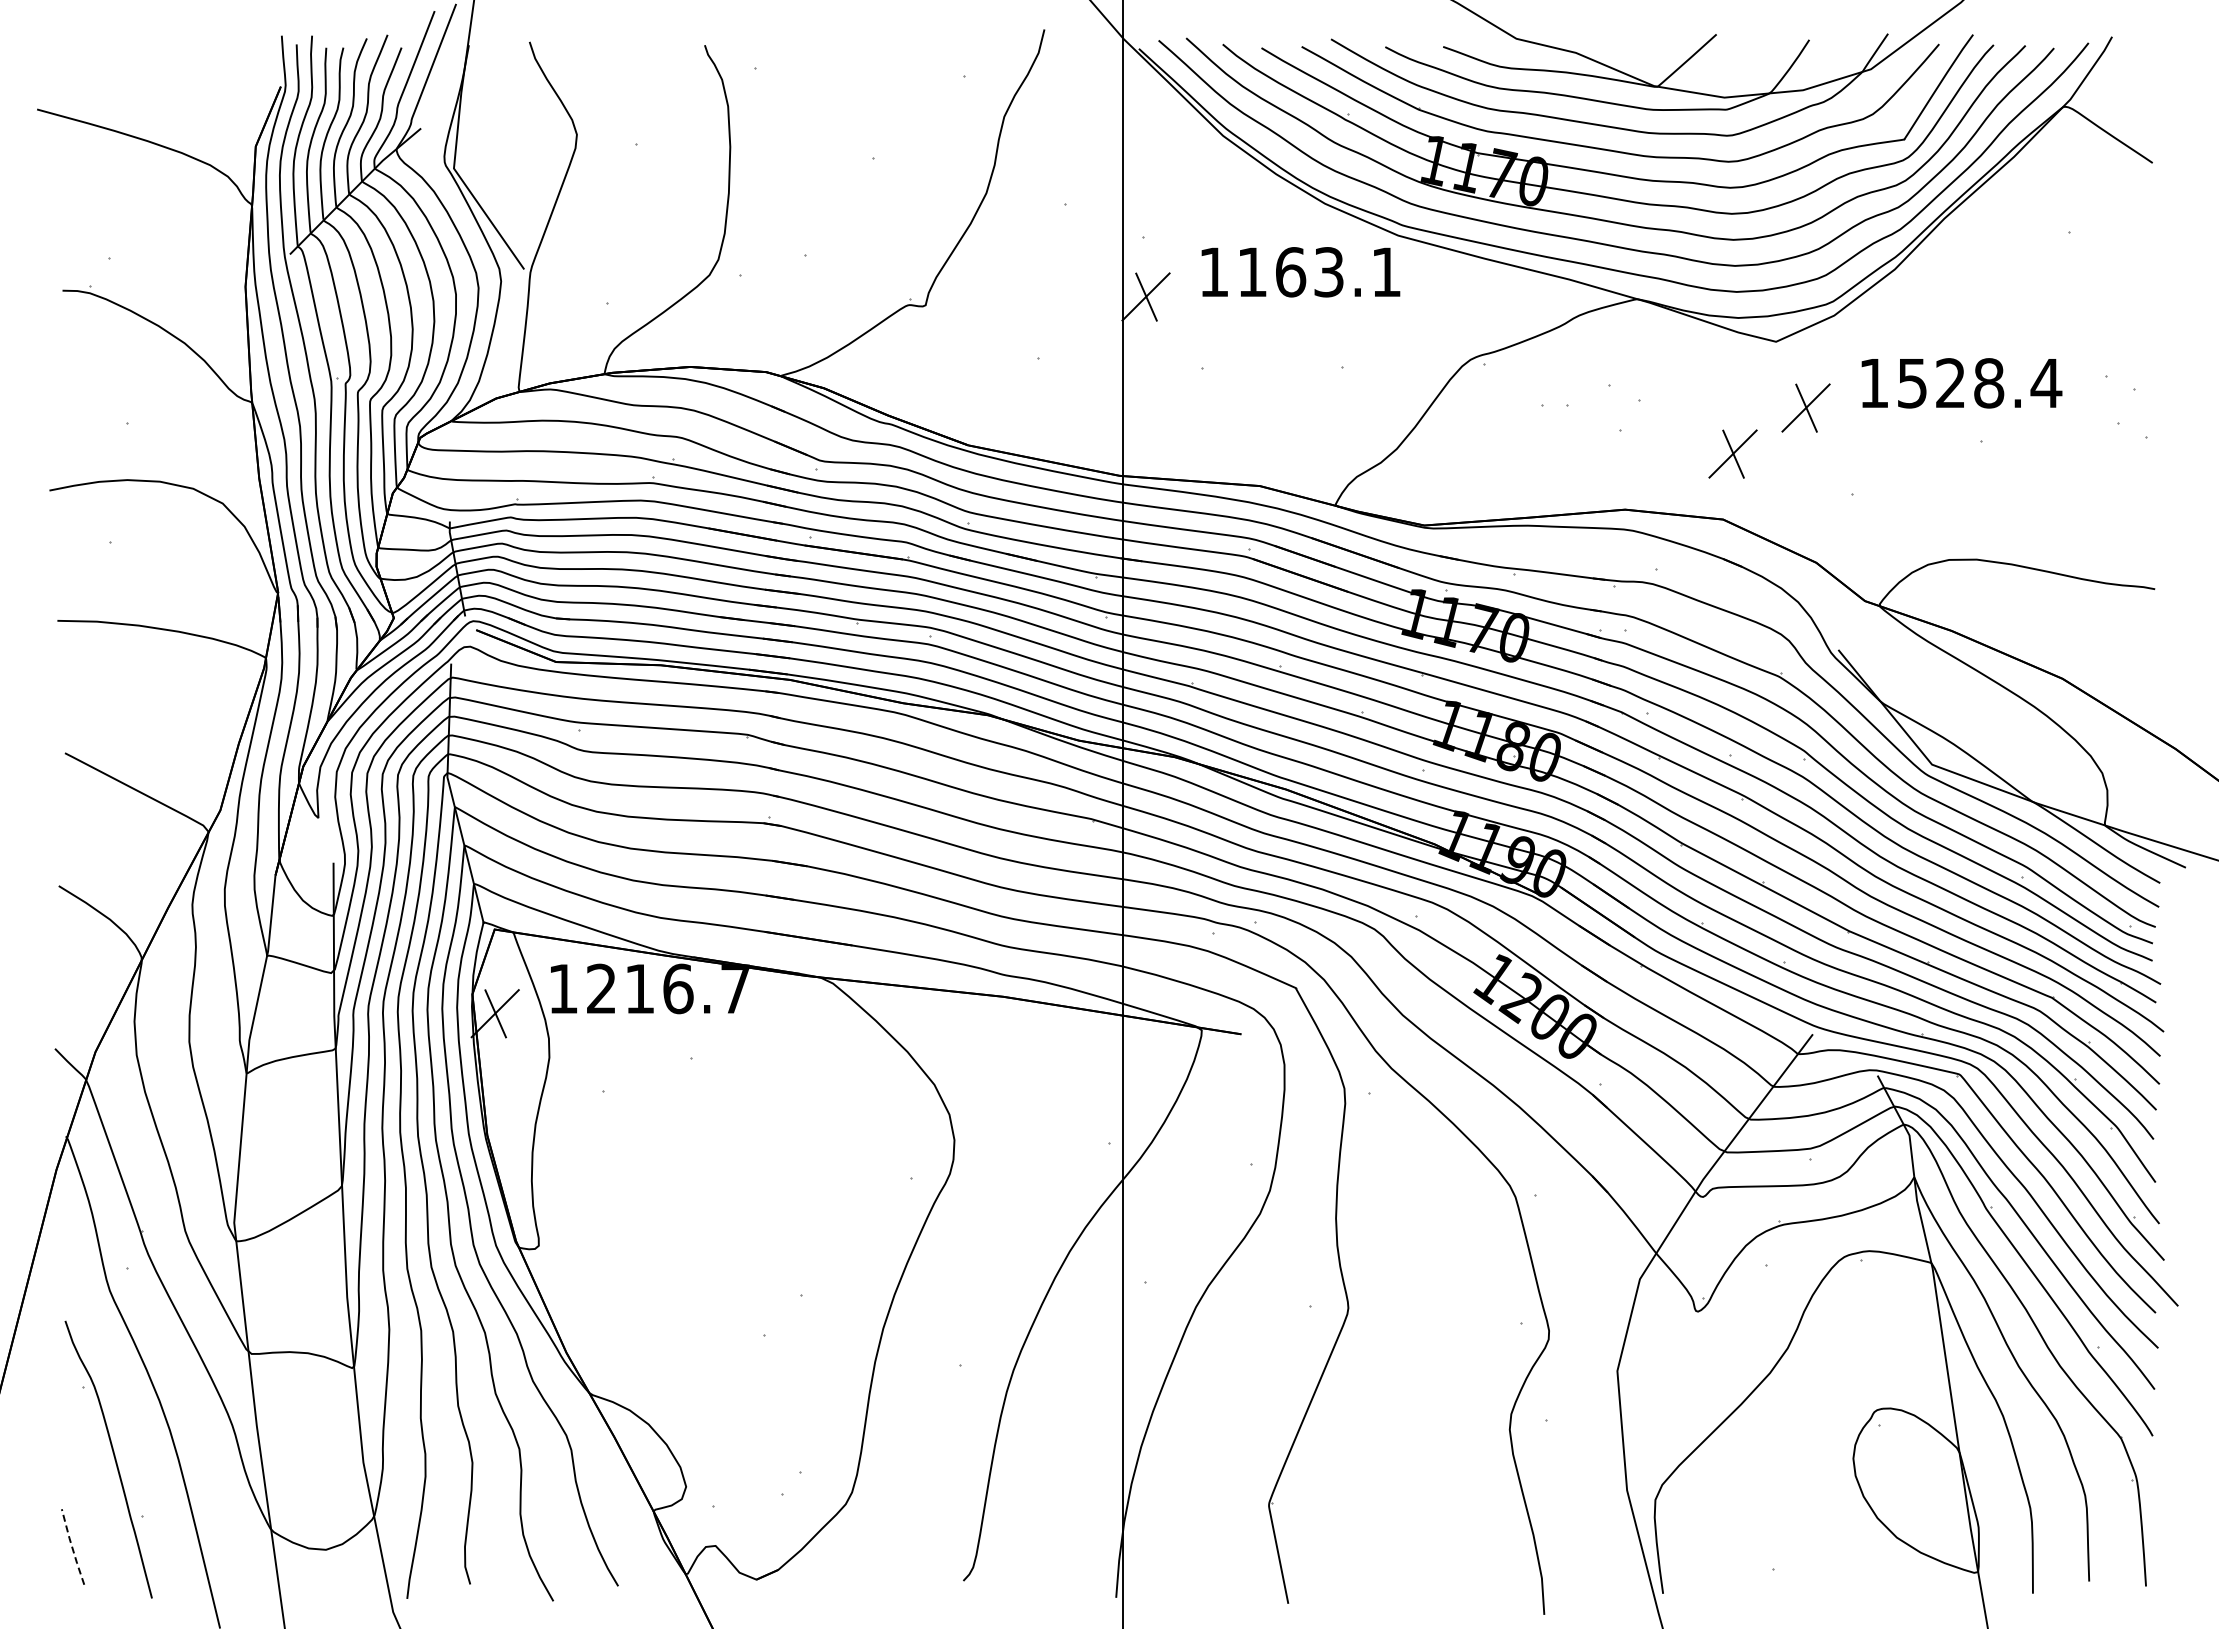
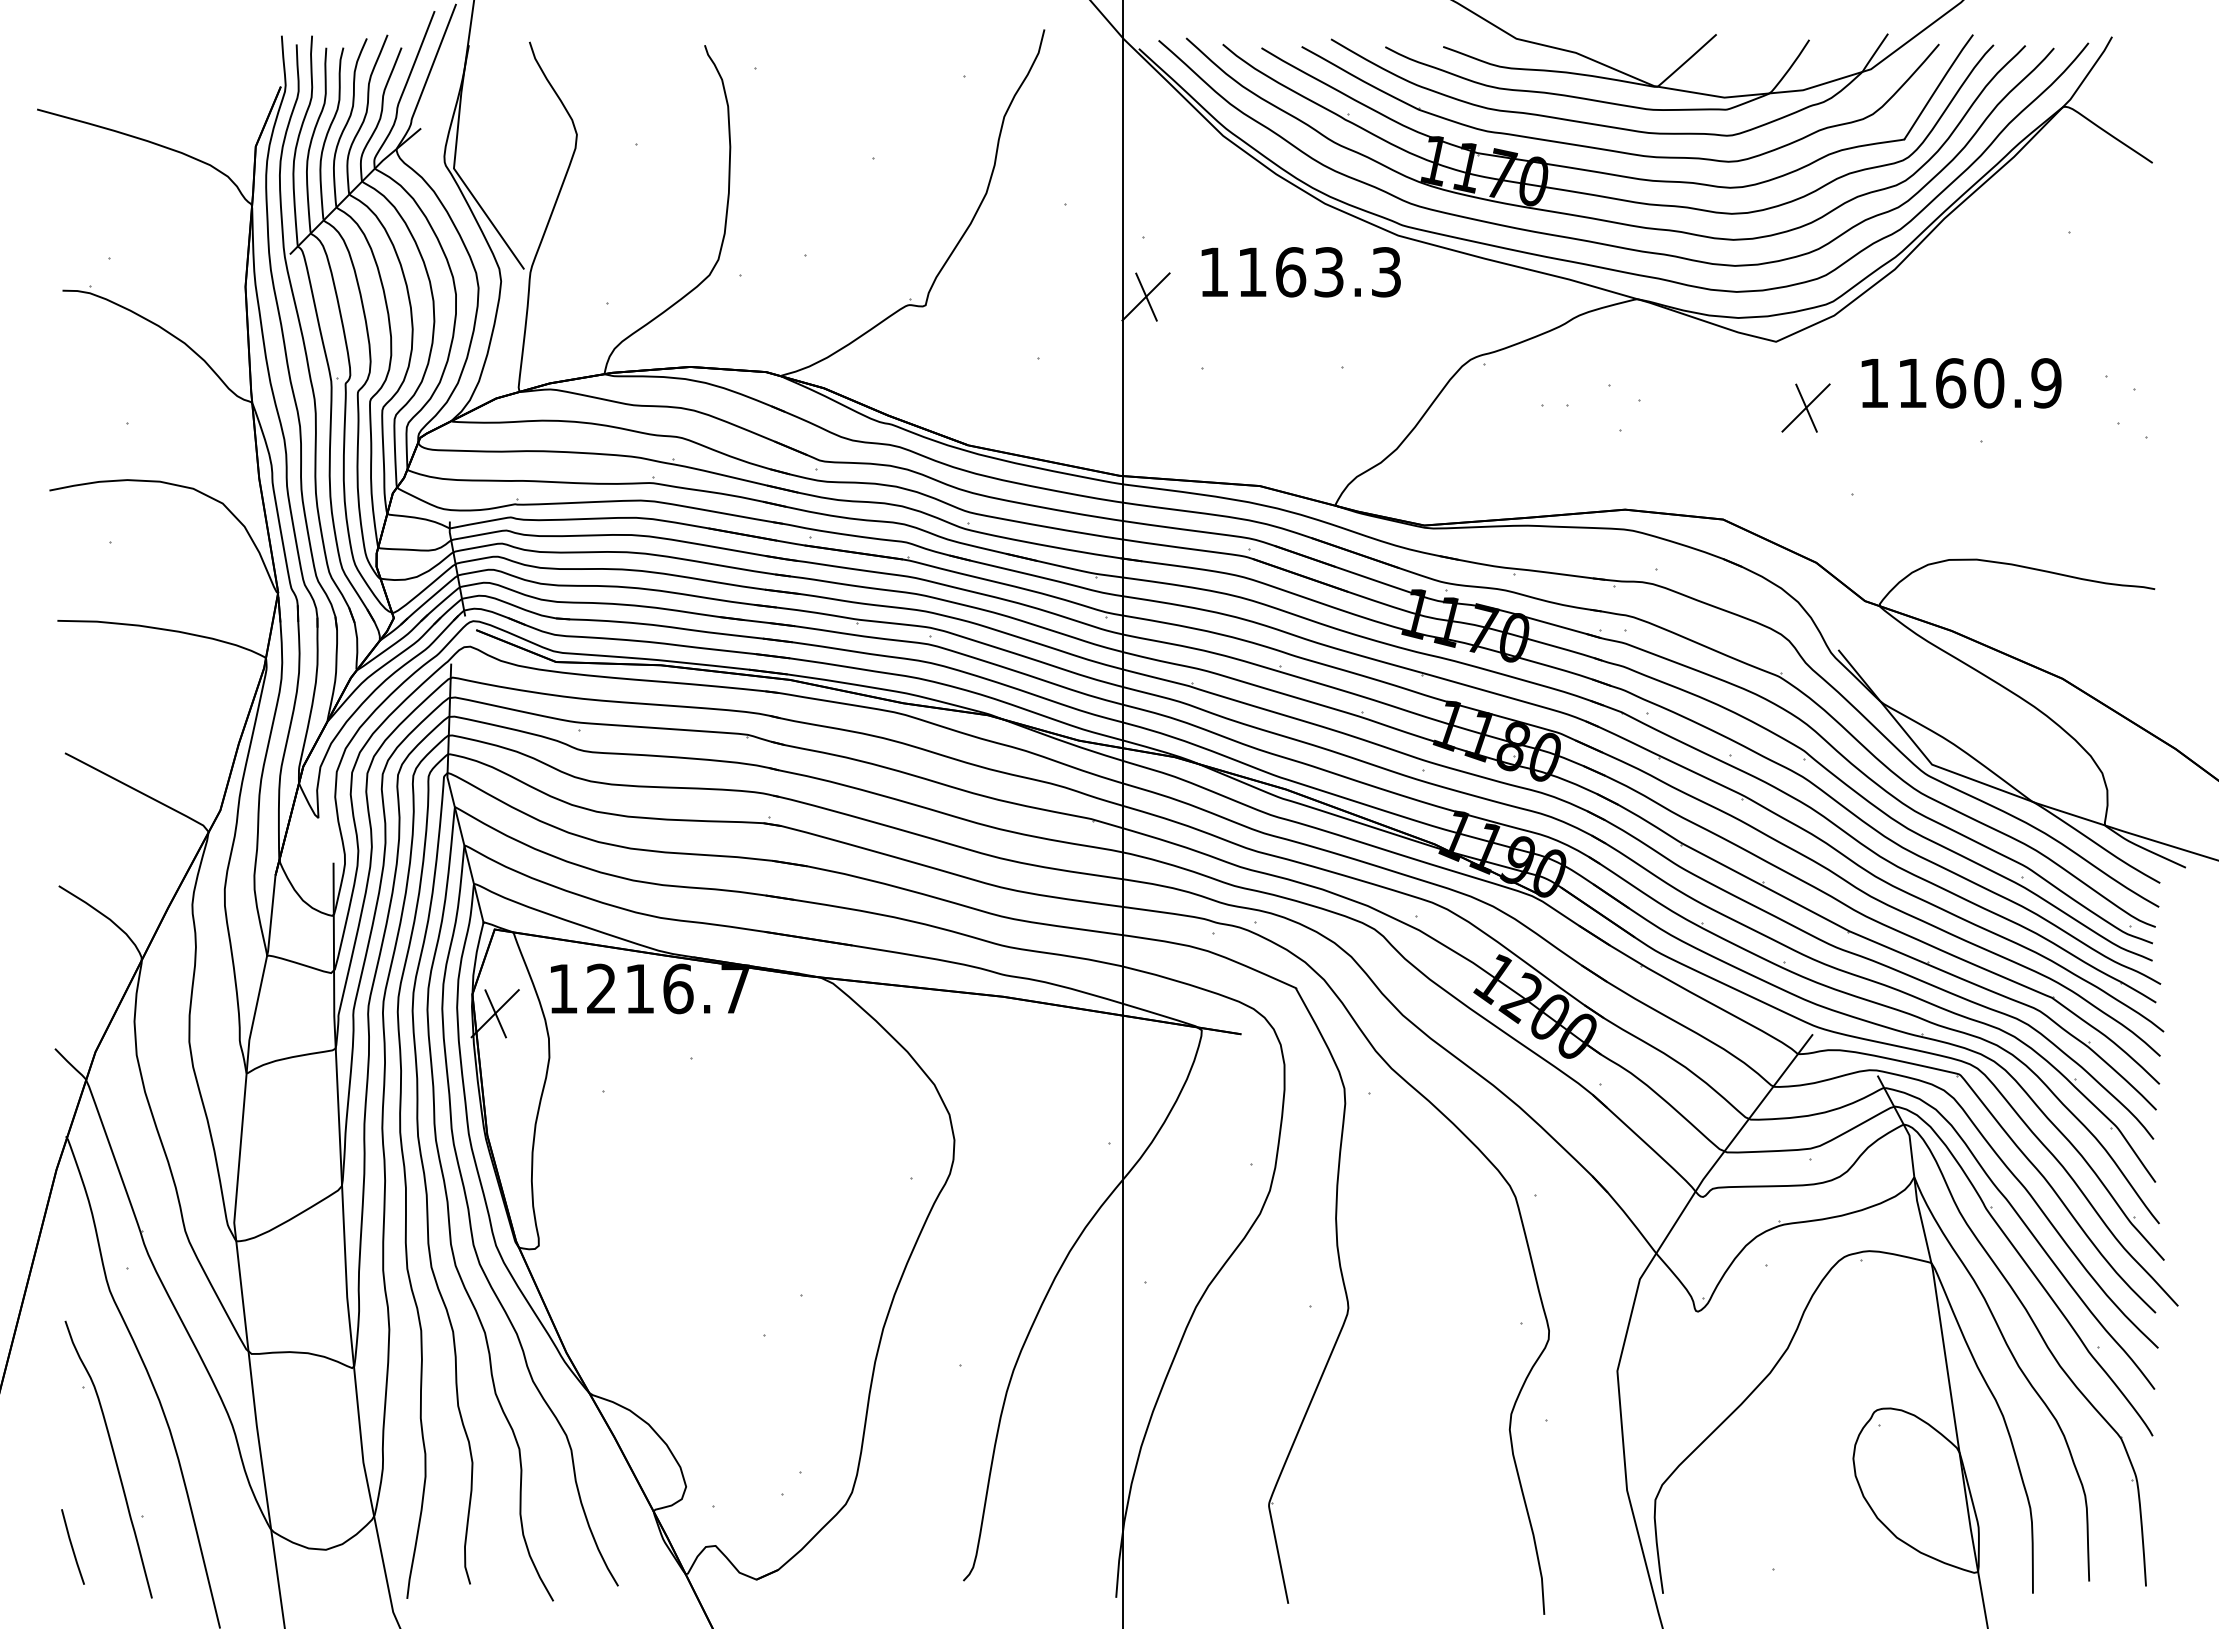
text at (1386, 272): 1163.1 -> 1163.3
text at (1980, 383): 1528.4 -> 1160.9
part at (1732, 453): present -> none
line at (72, 1547): dashed -> solid
